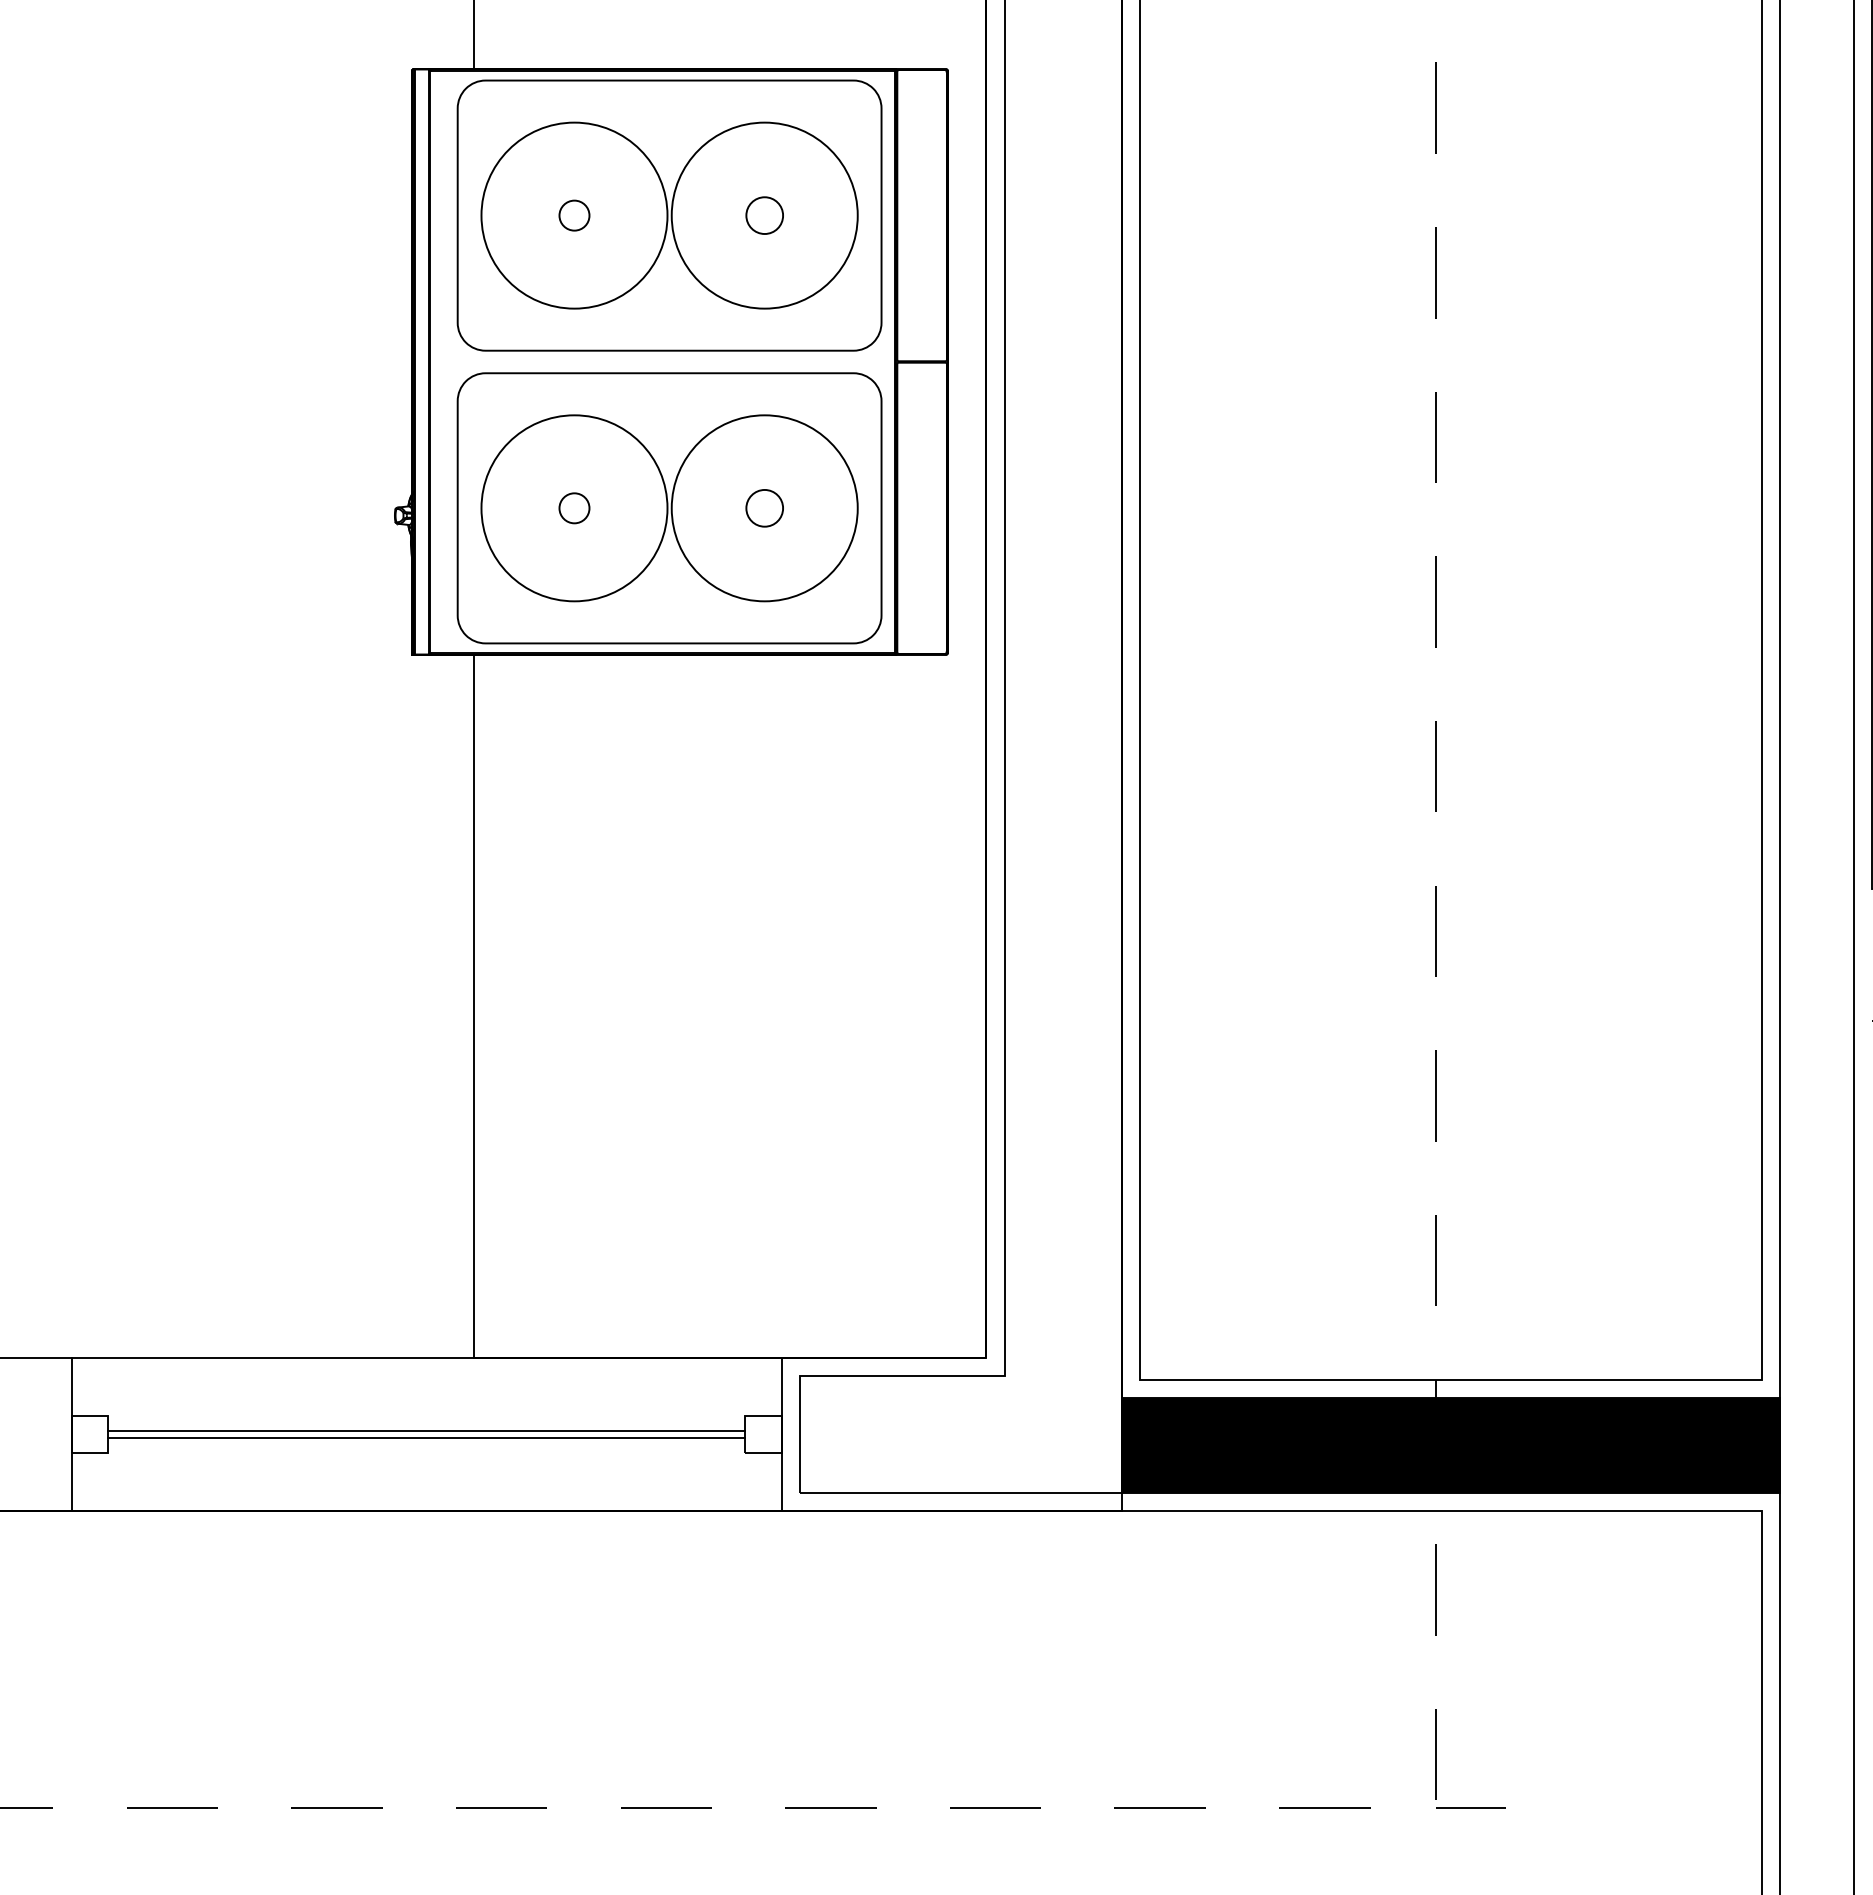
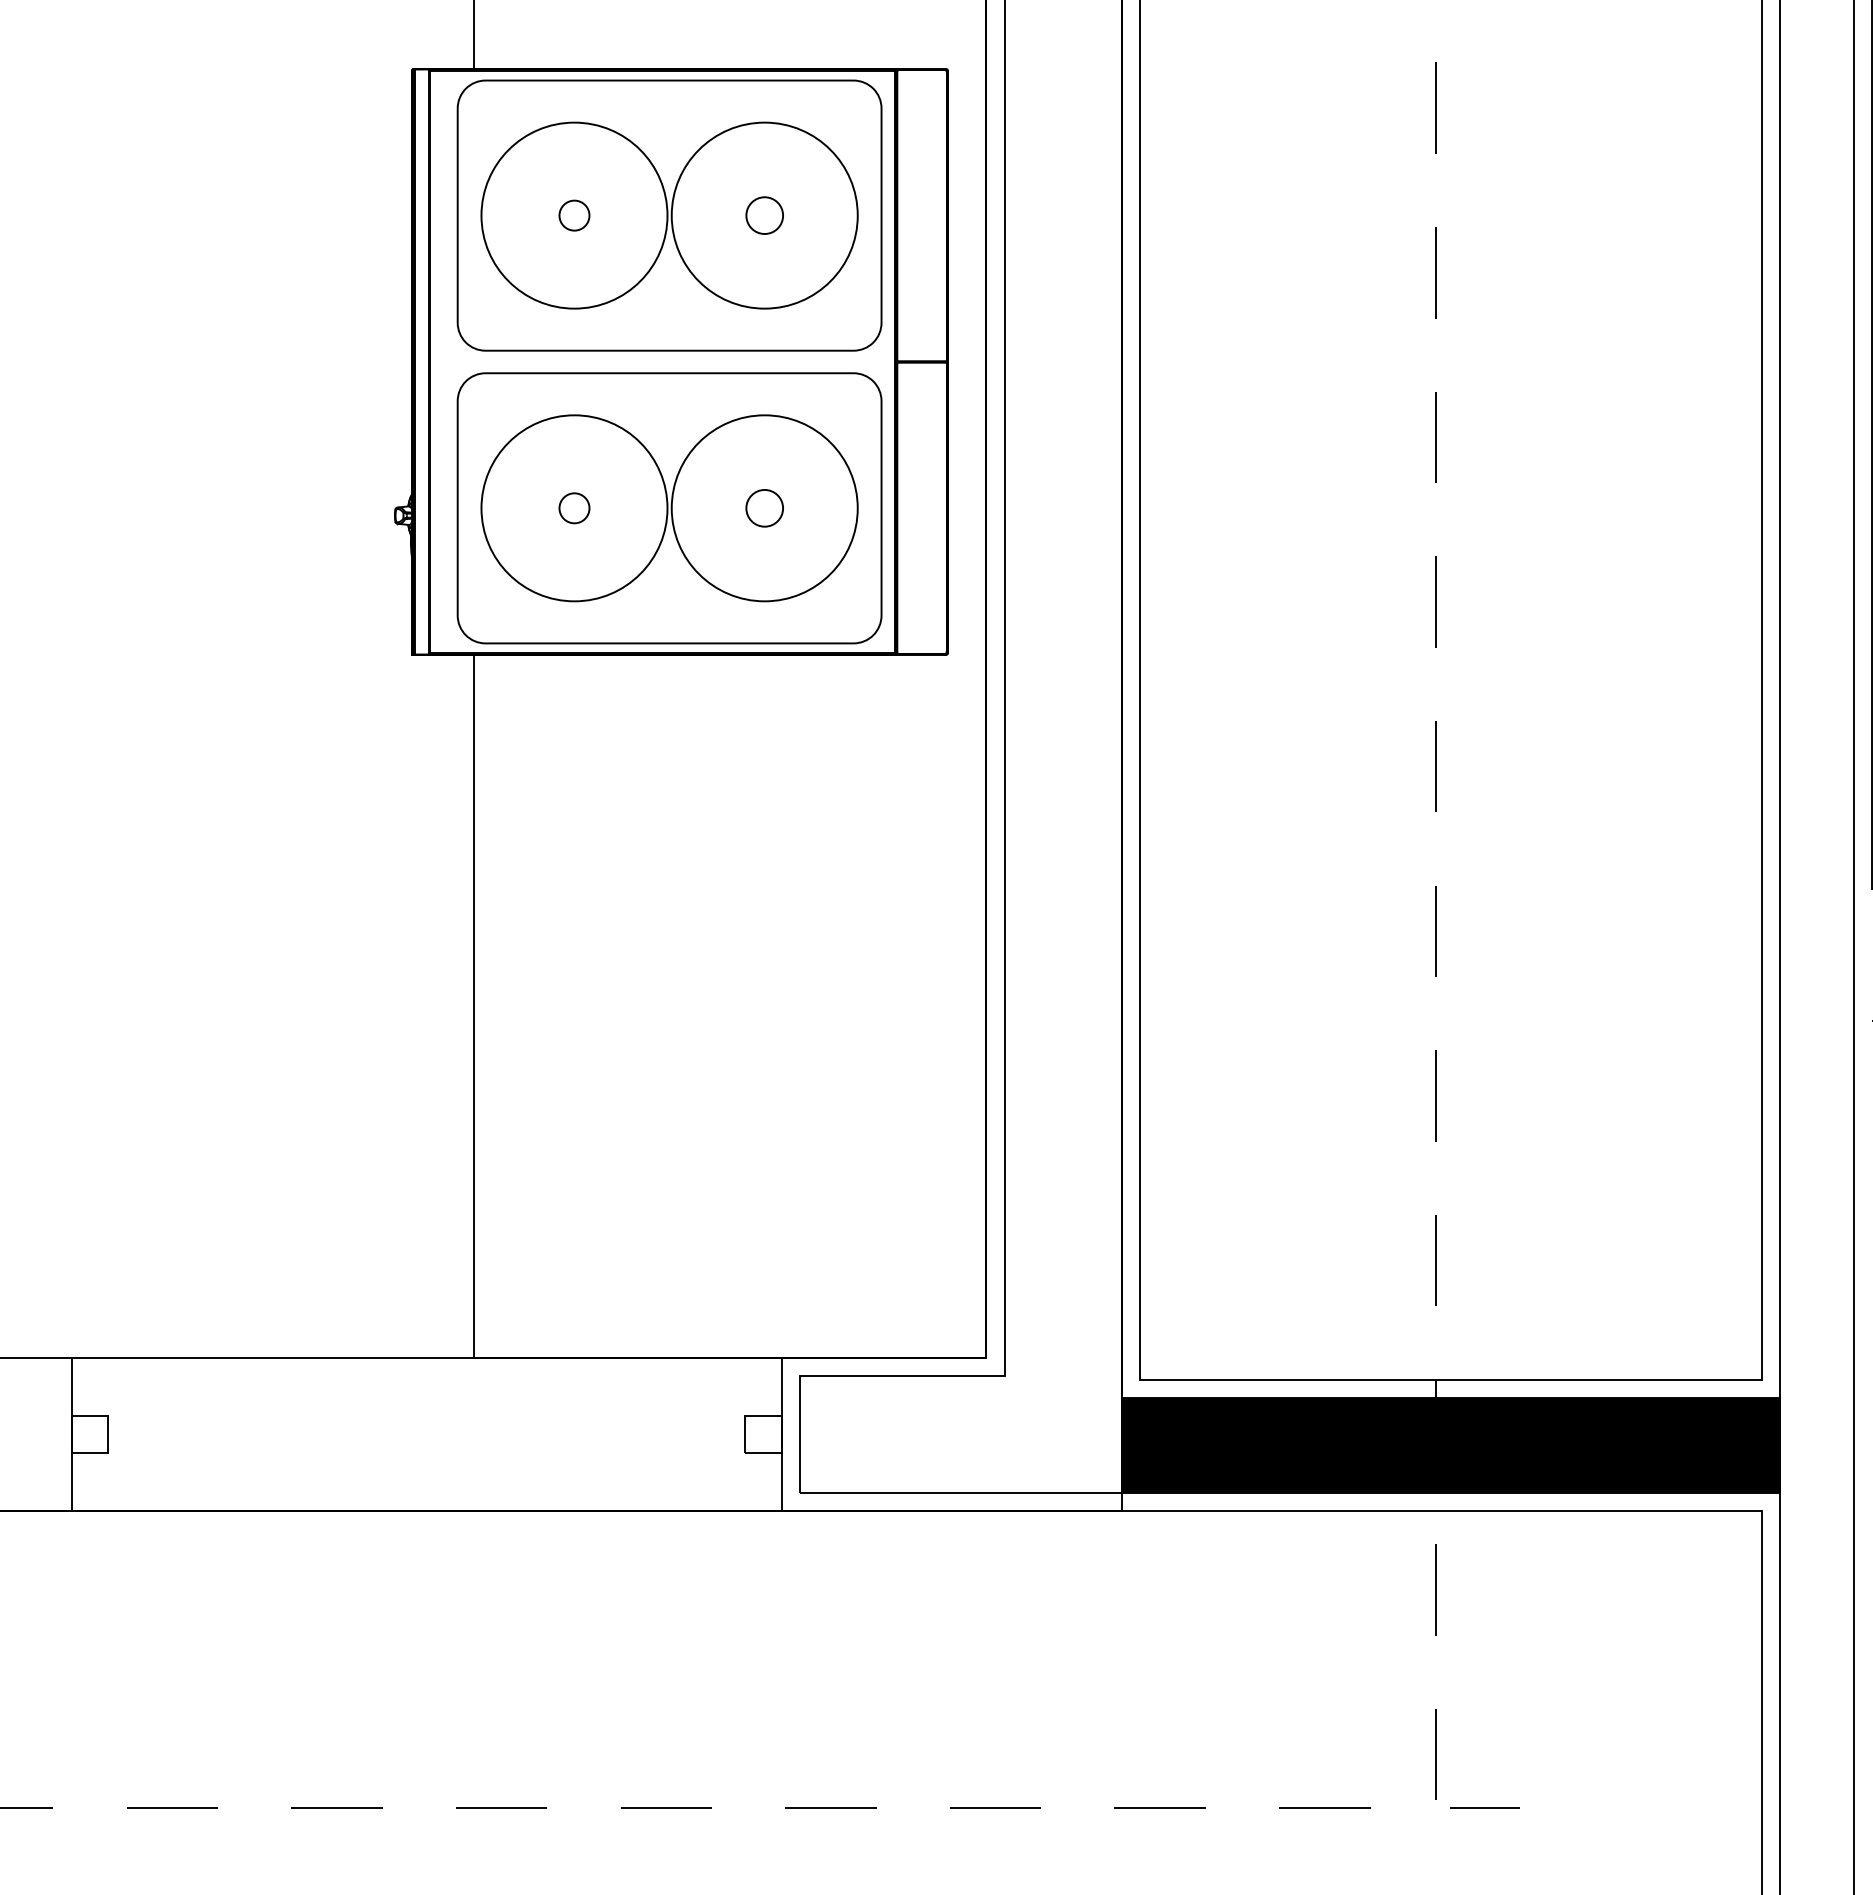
line at (426, 1430): present -> none
line at (426, 1438): present -> none
line at (1470, 1807) position: (1470, 1807) -> (1484, 1807)
